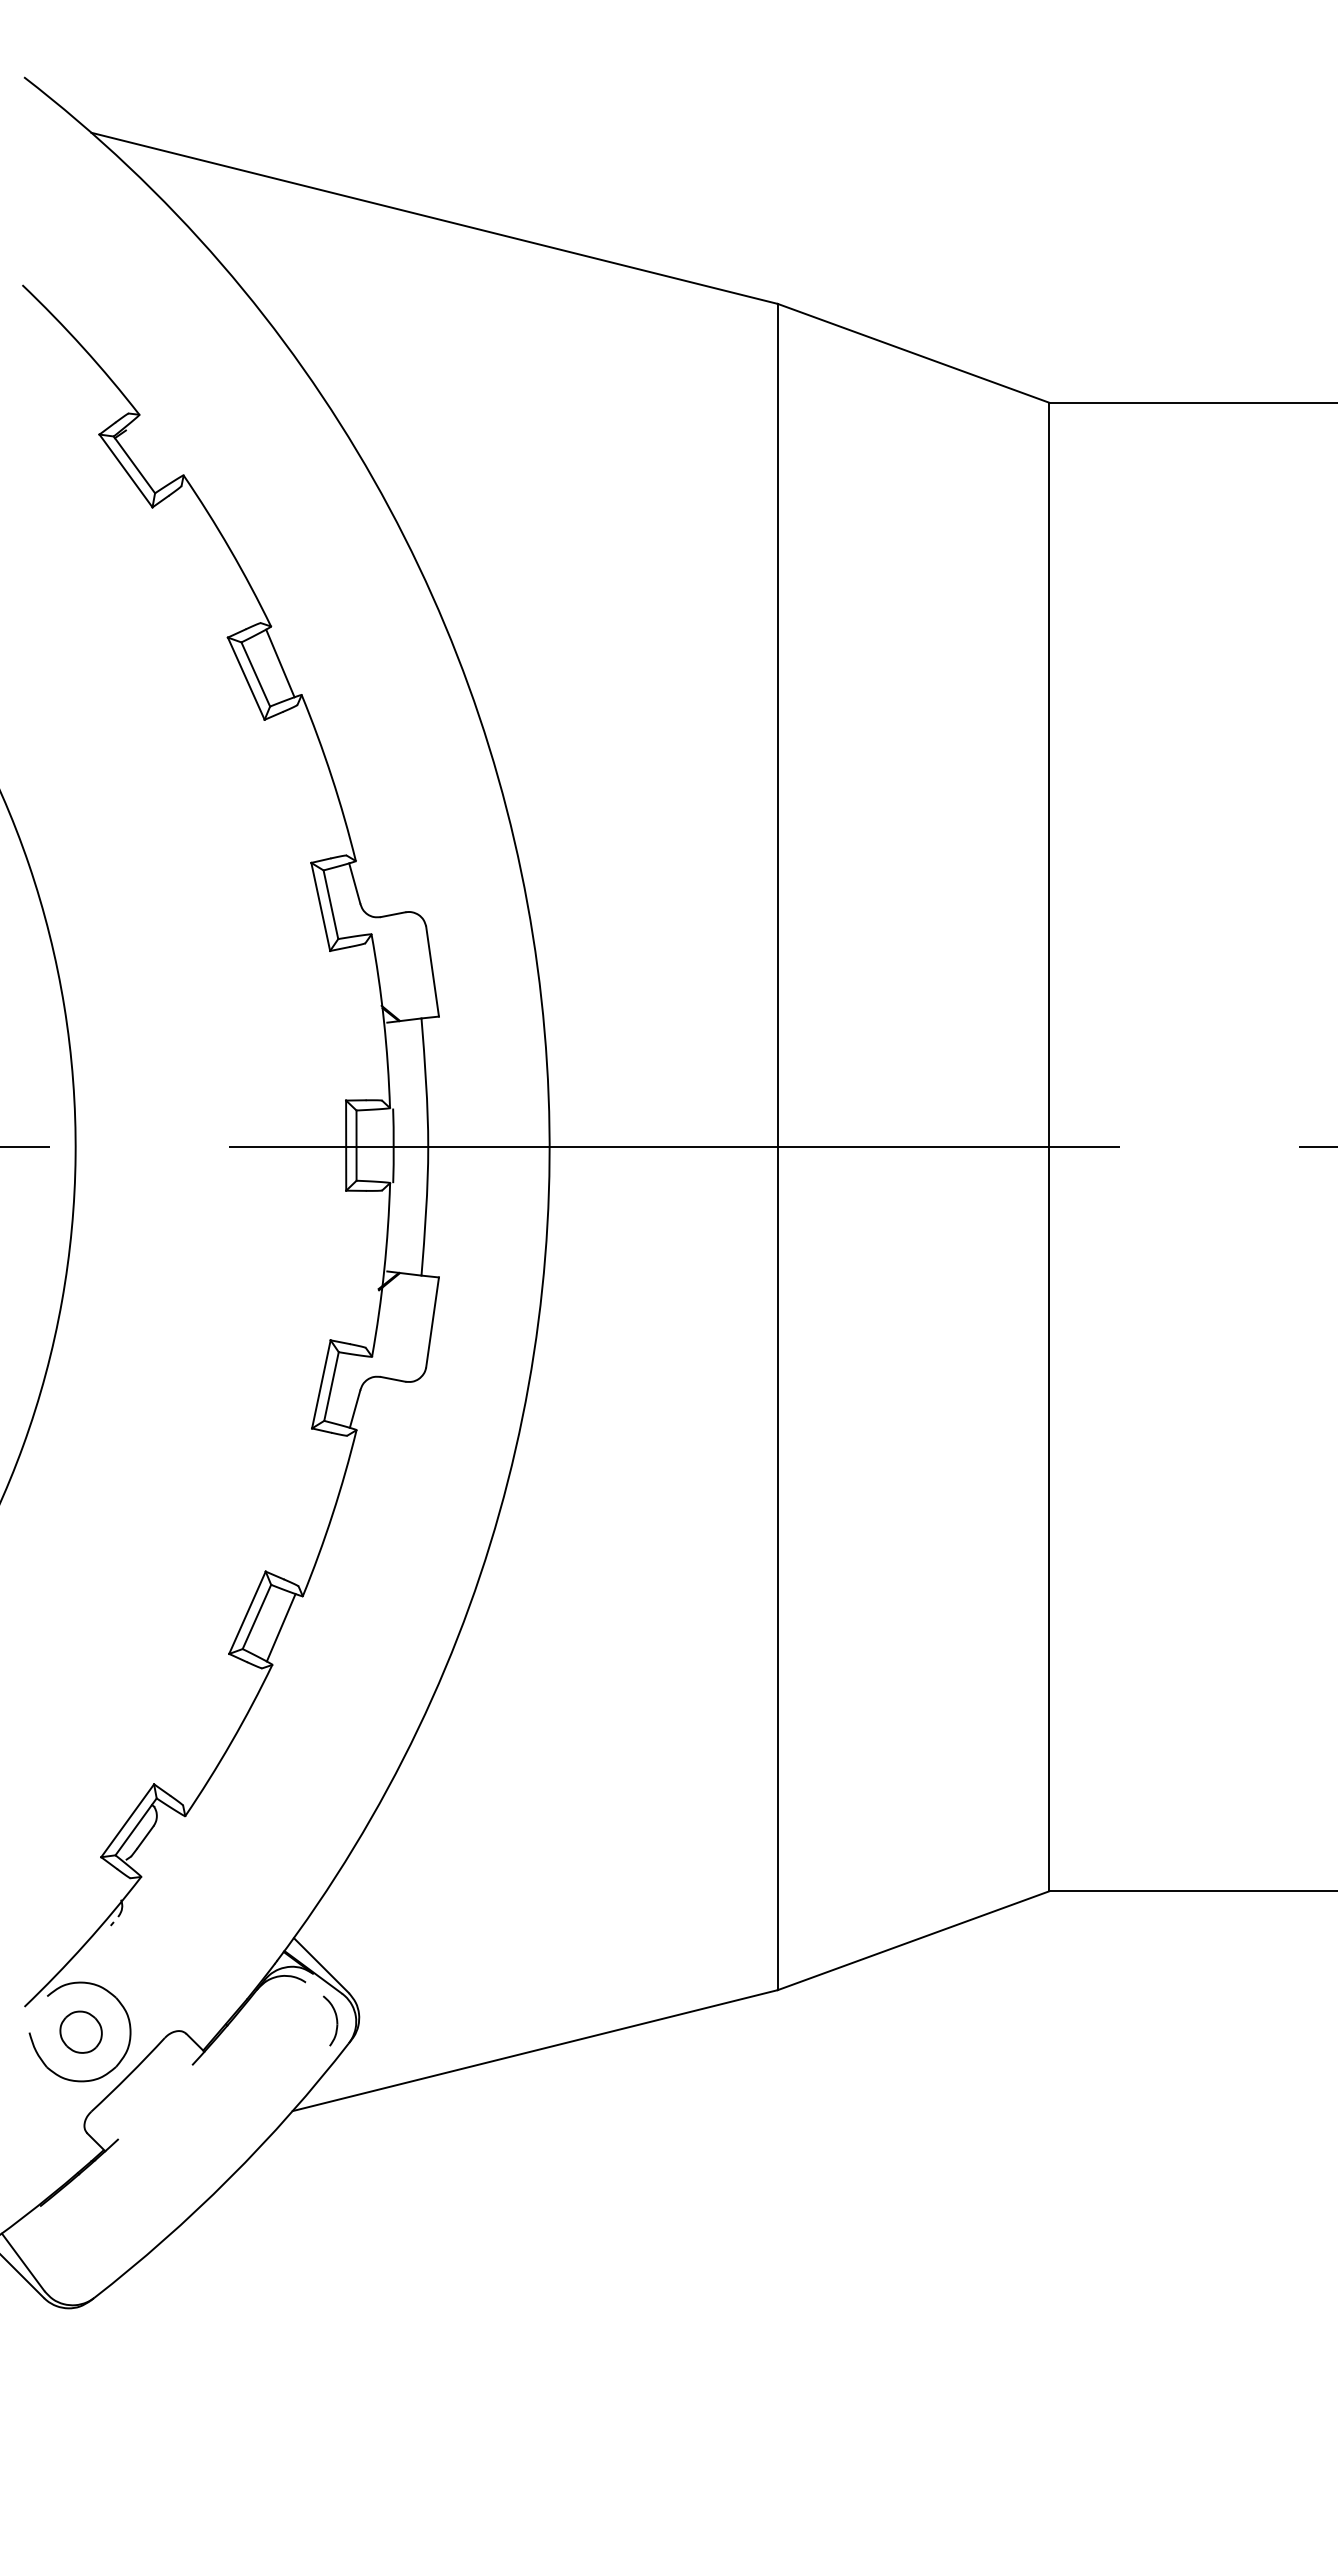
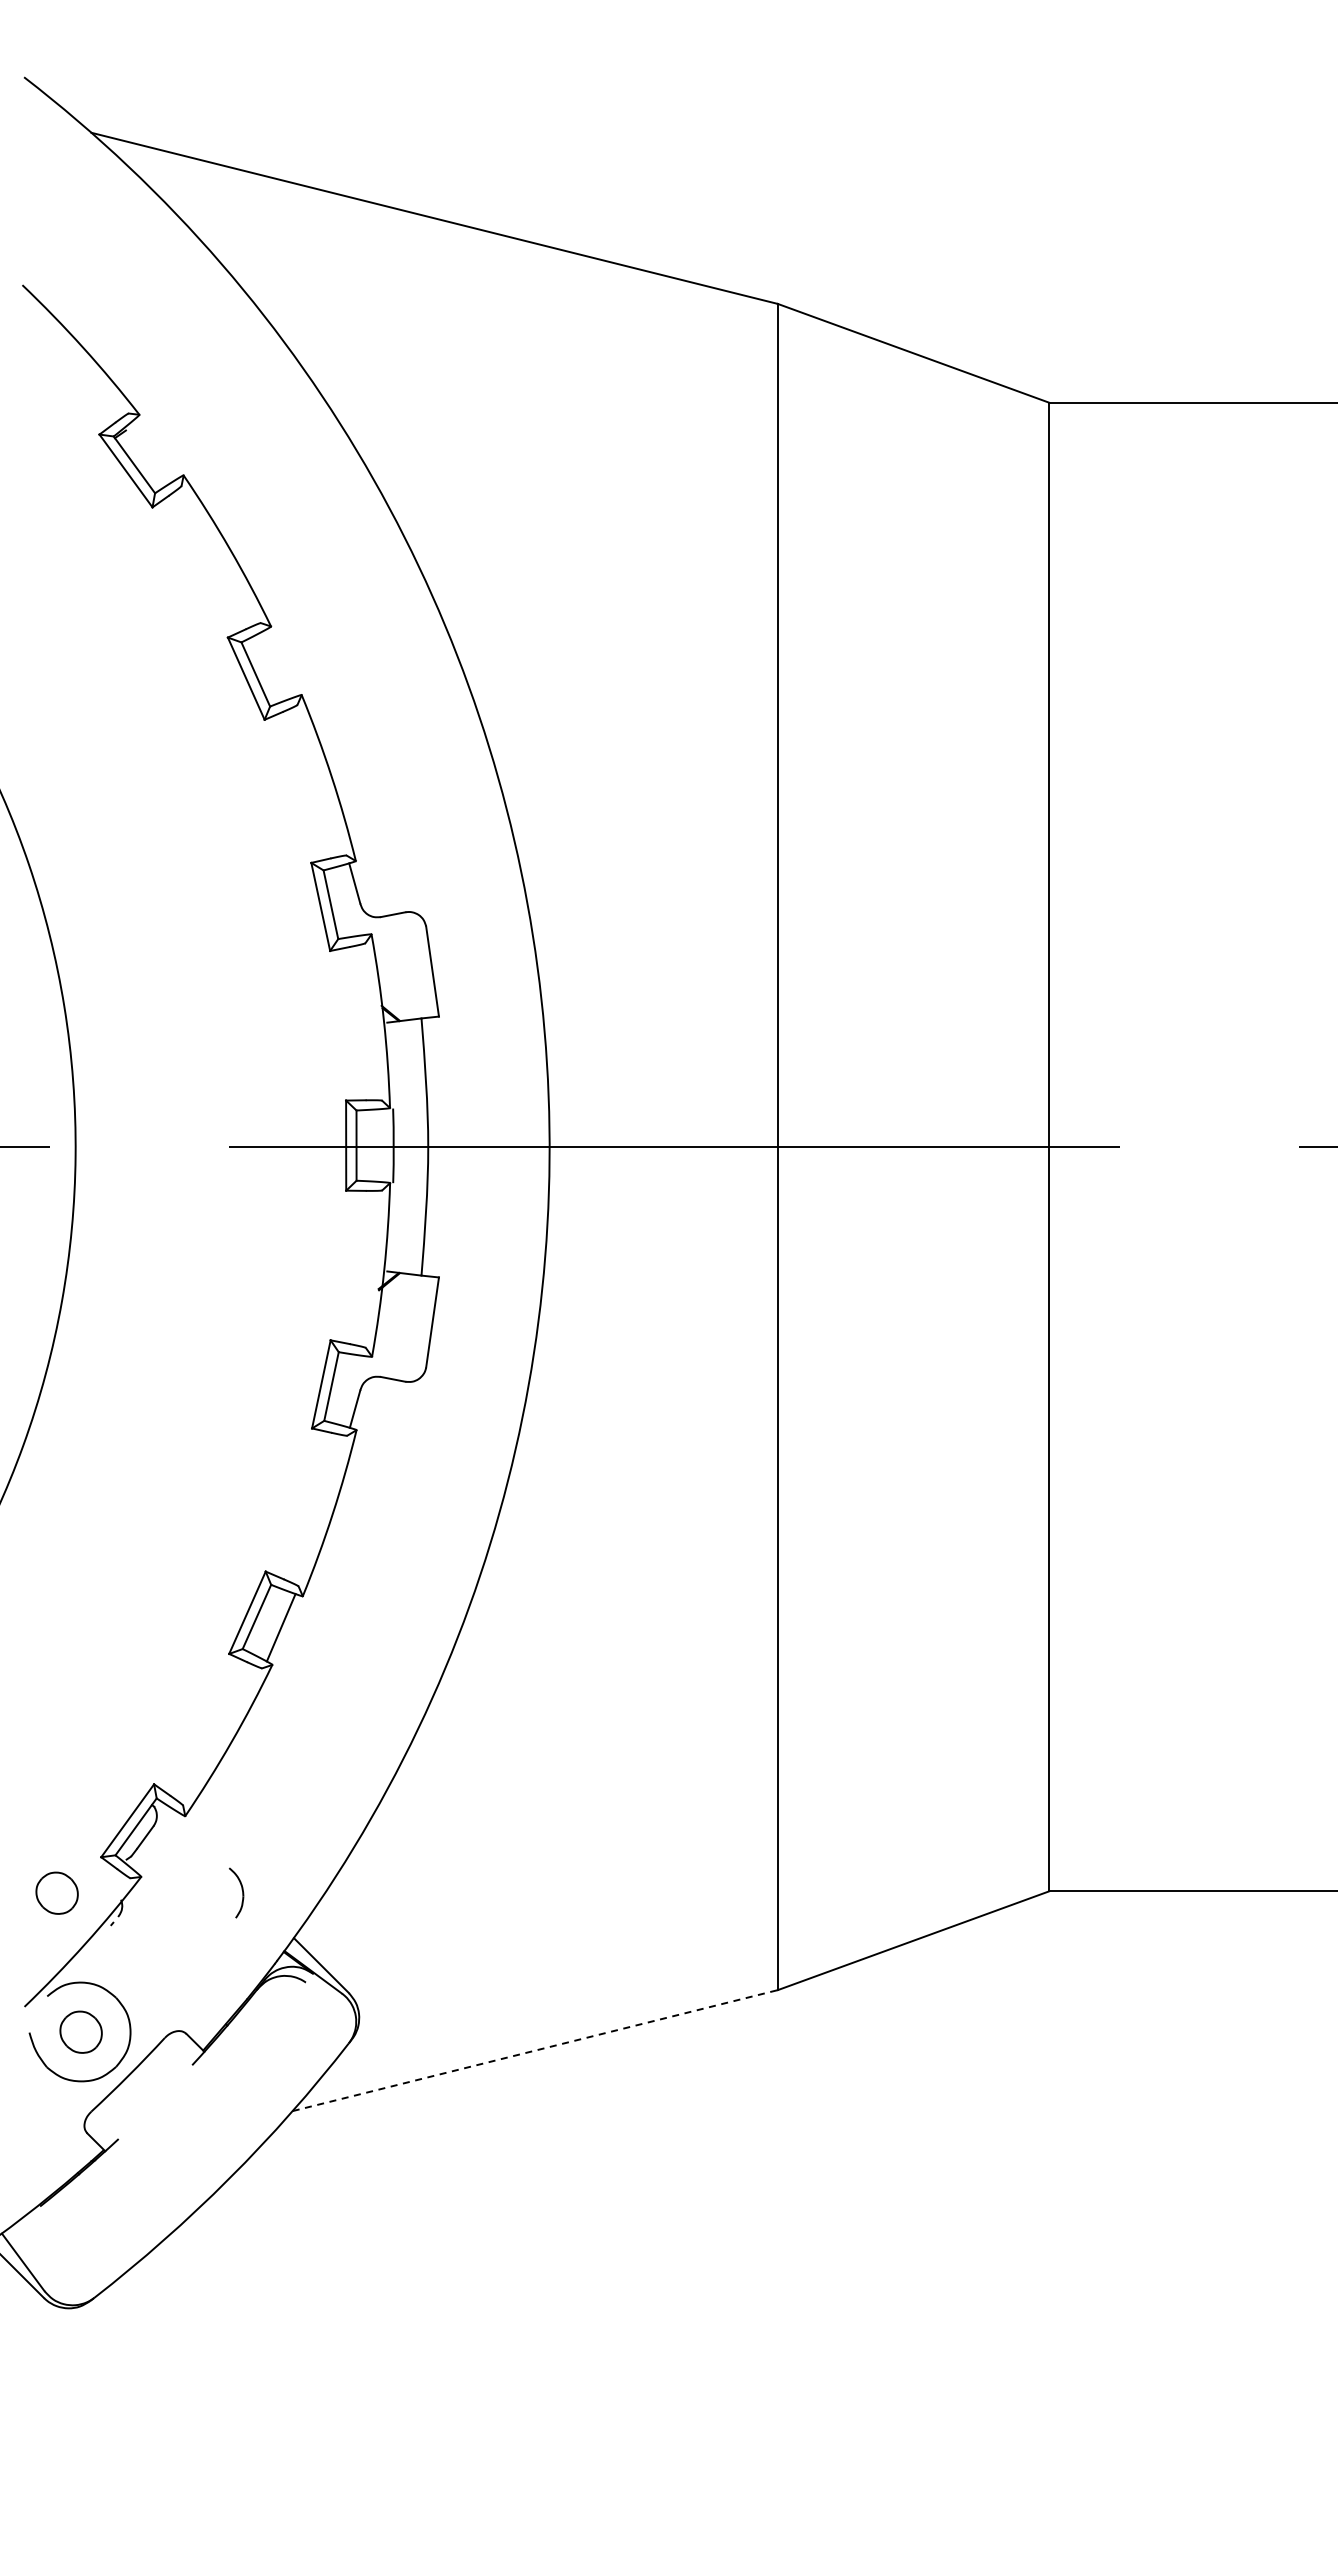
line at (280, 663): present -> none
part at (56, 1892): none -> present
part at (330, 2020) position: (330, 2020) -> (236, 1892)
line at (535, 2050): solid -> dashed
